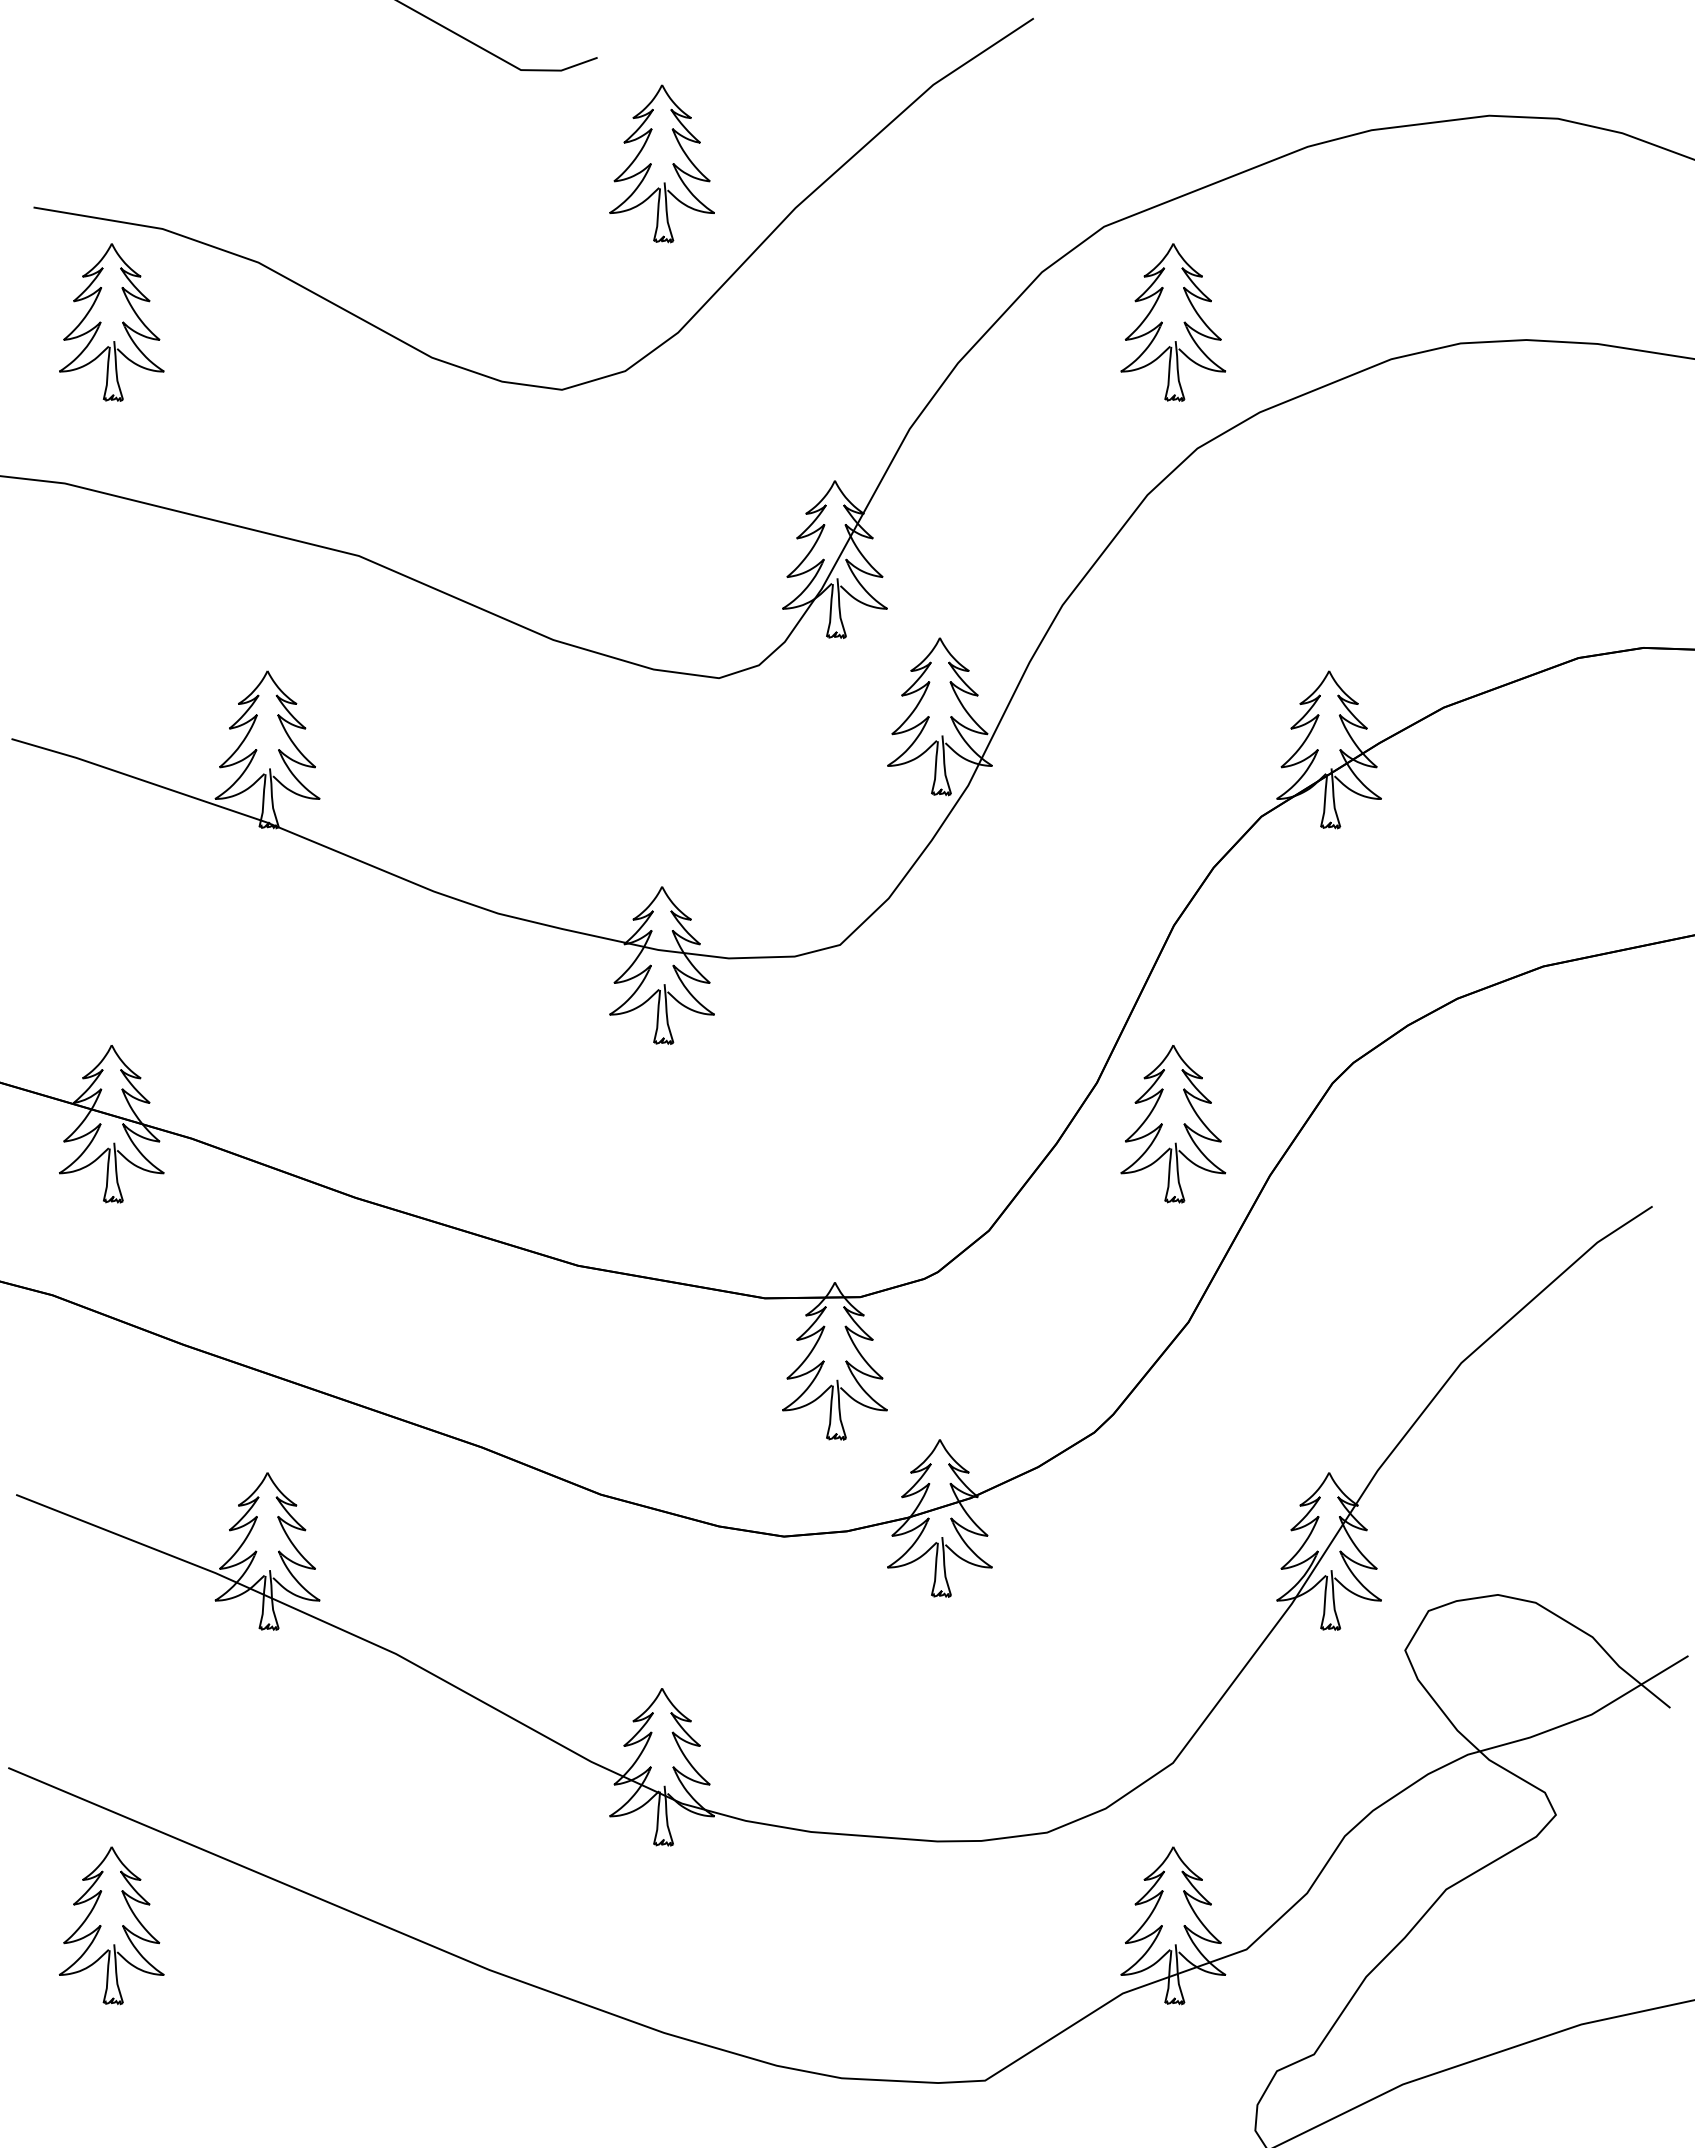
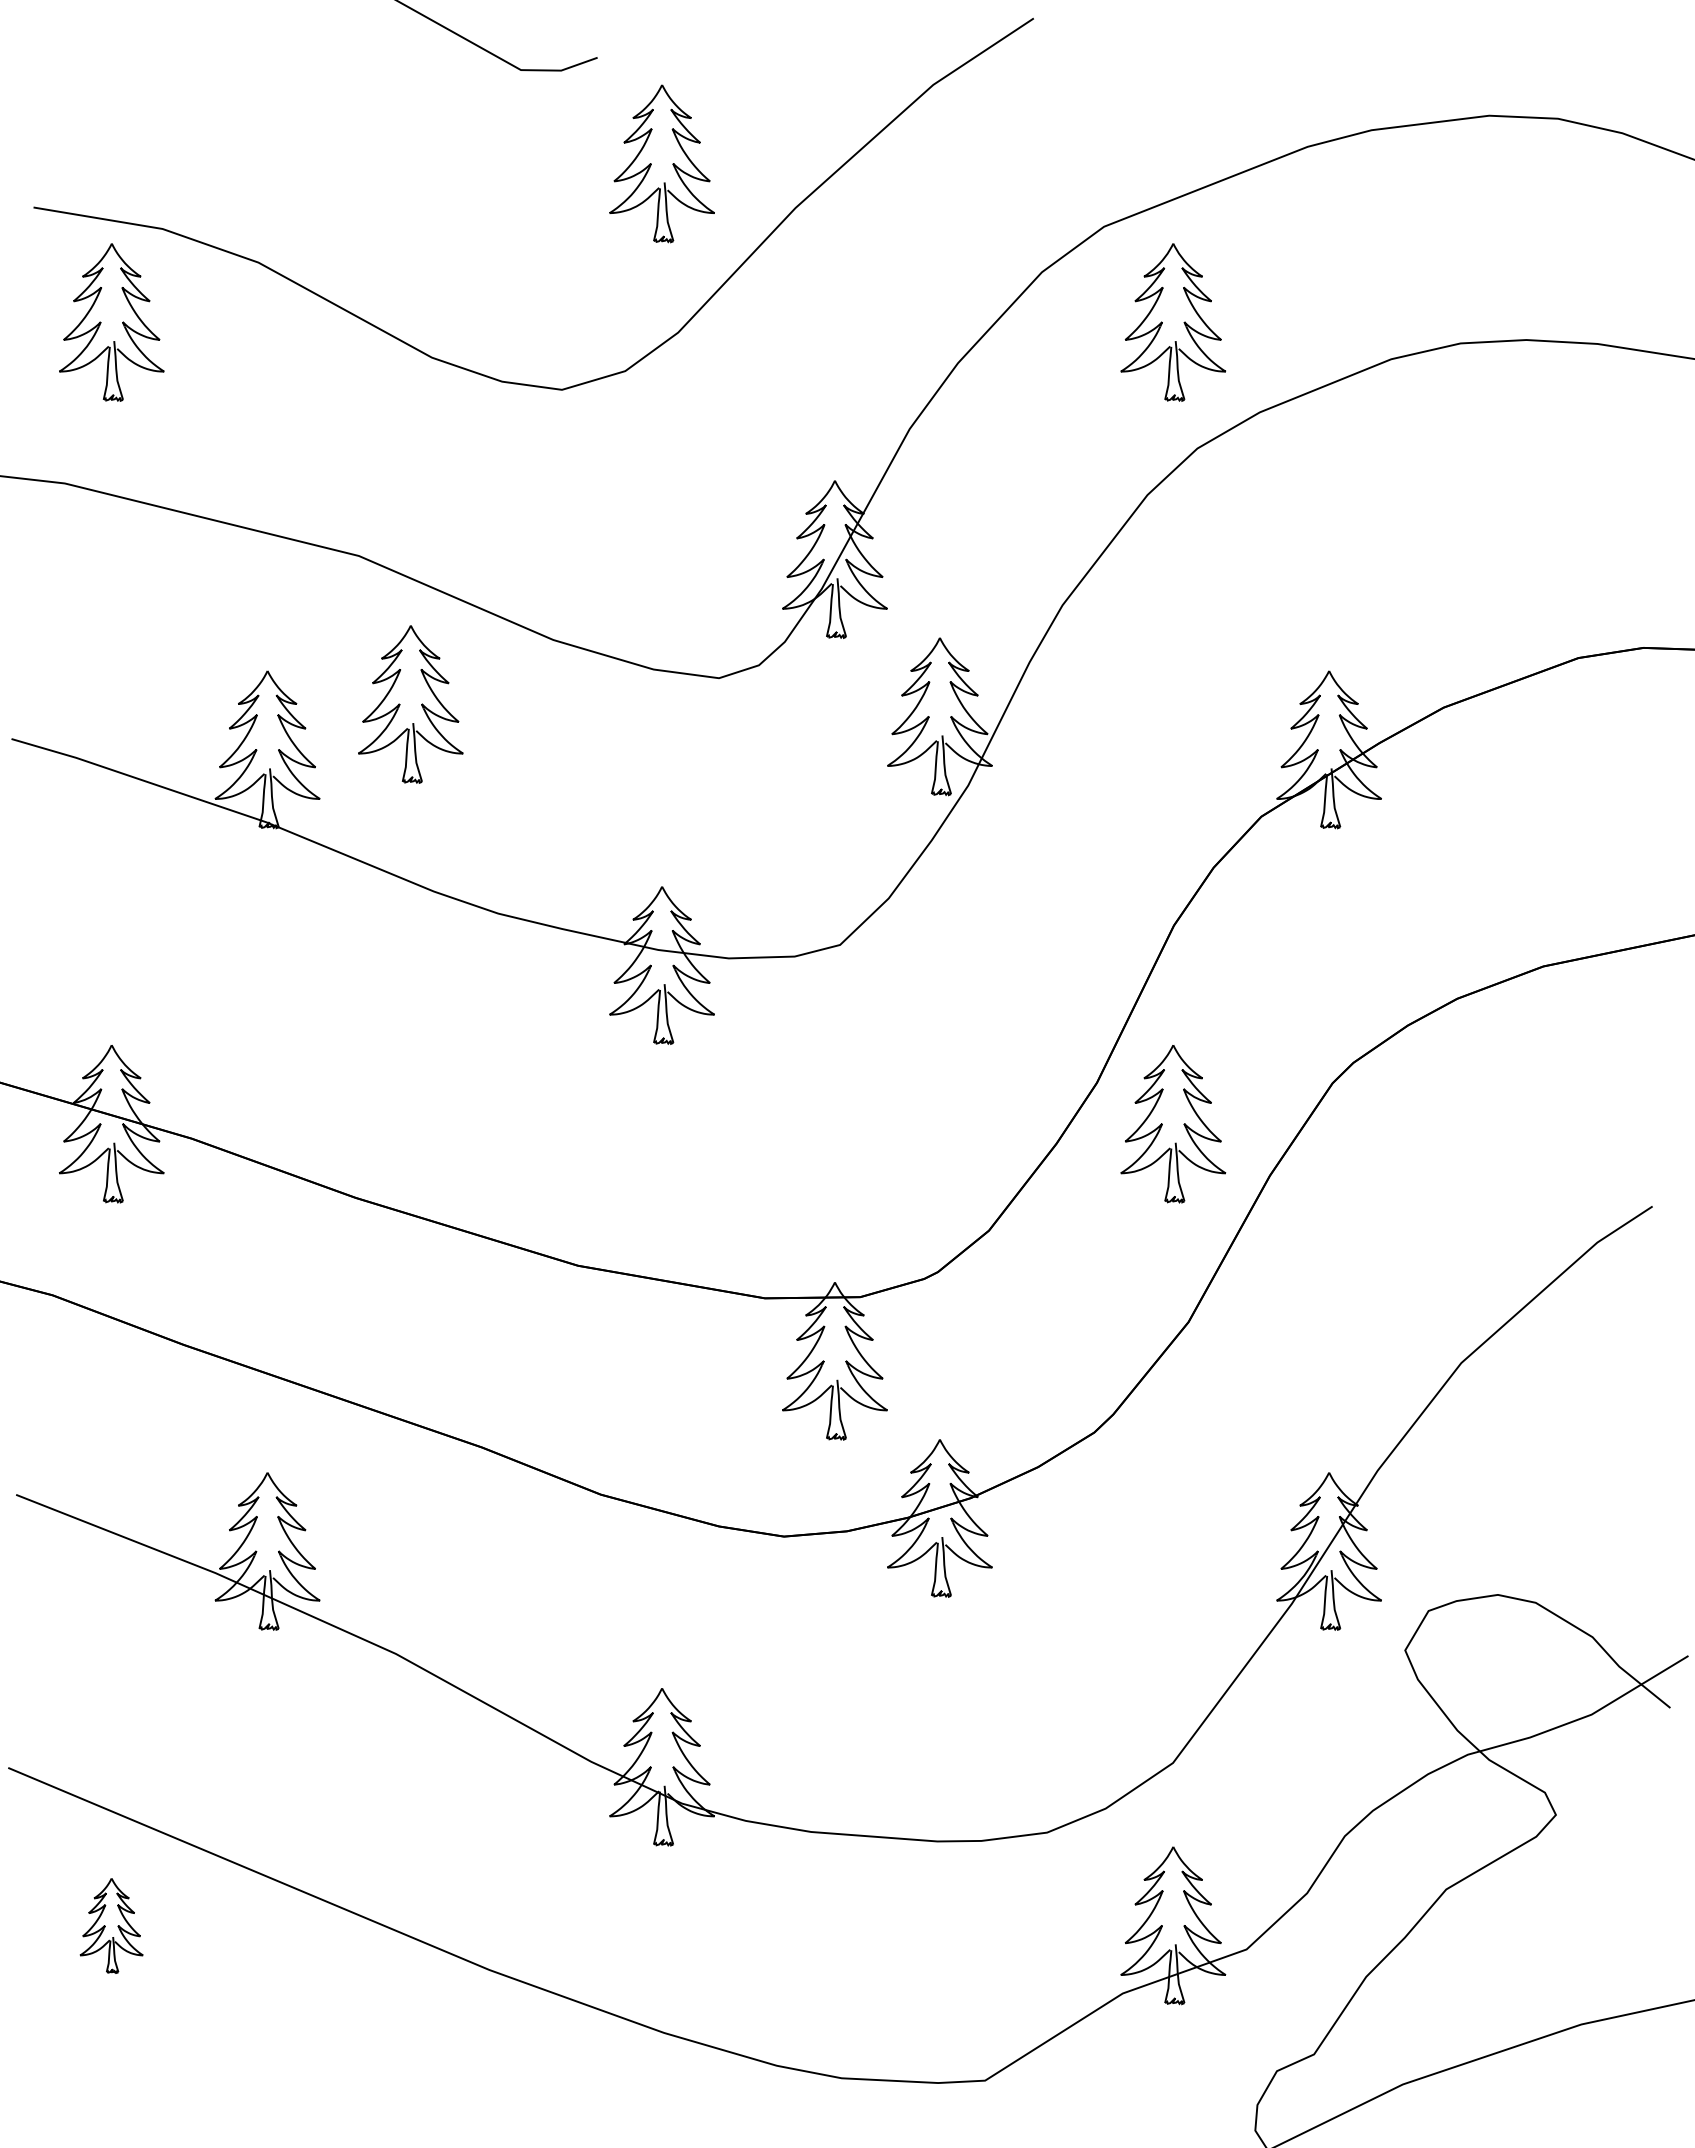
part at (410, 704): none -> present
part at (111, 1925) size: 107x160 px -> 65x96 px
